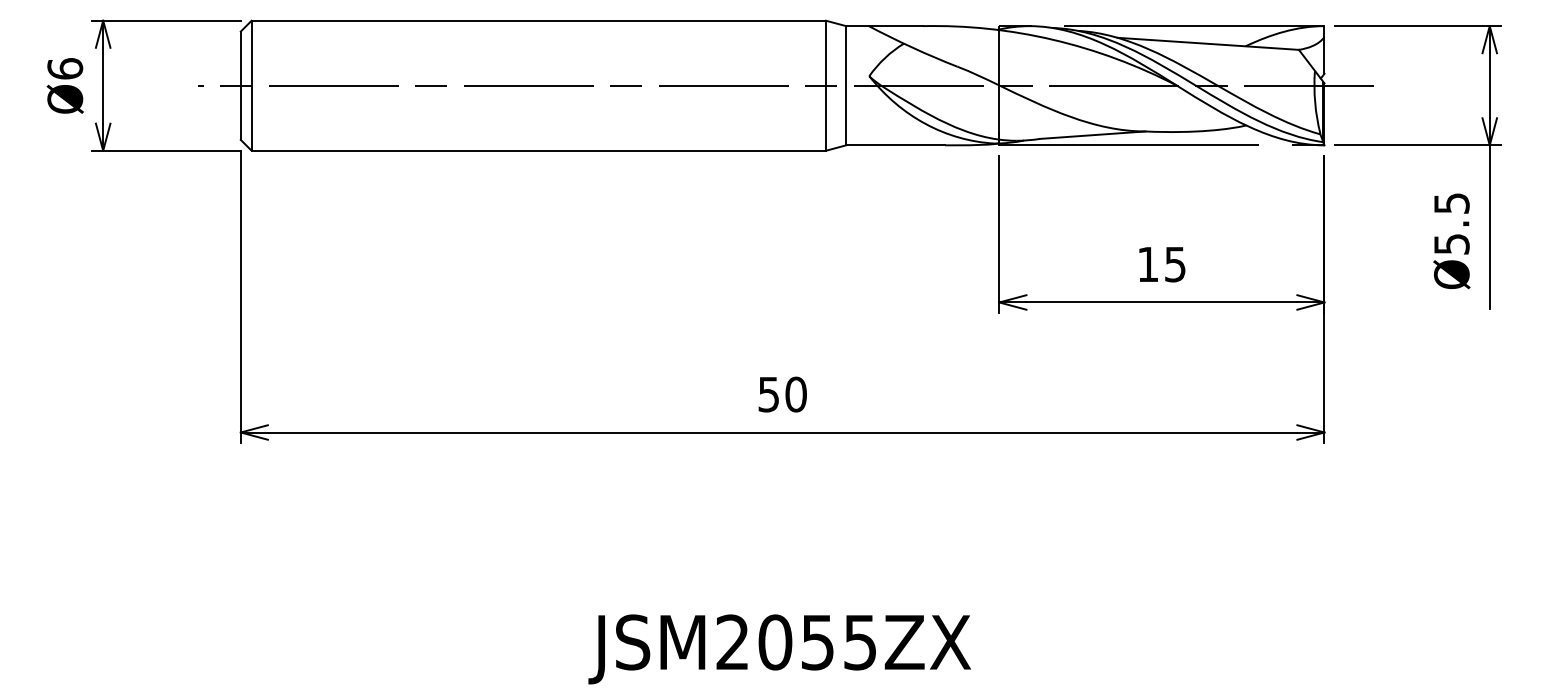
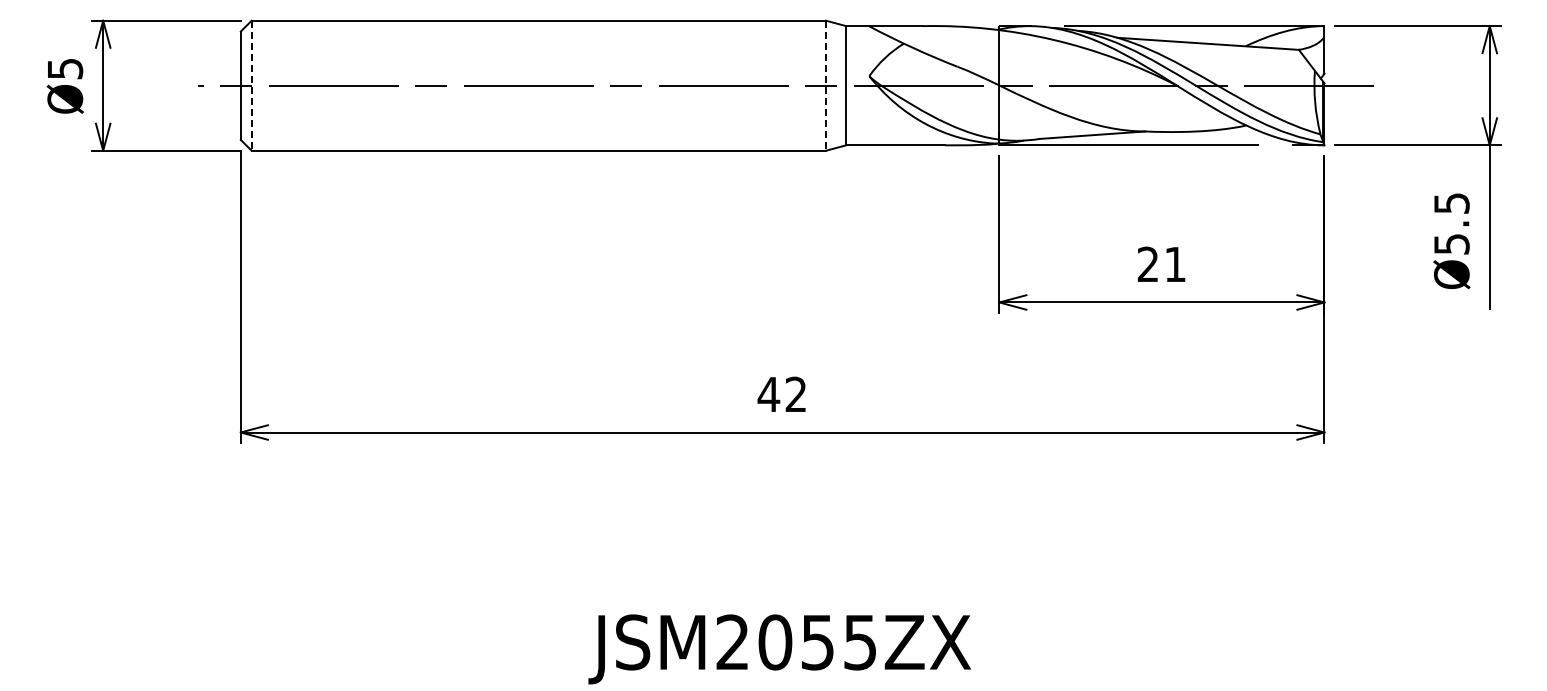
text at (65, 68): Ø6 -> Ø5
line at (251, 86): solid -> dashed
line at (825, 86): solid -> dashed
text at (1161, 264): 15 -> 21
text at (781, 394): 50 -> 42
